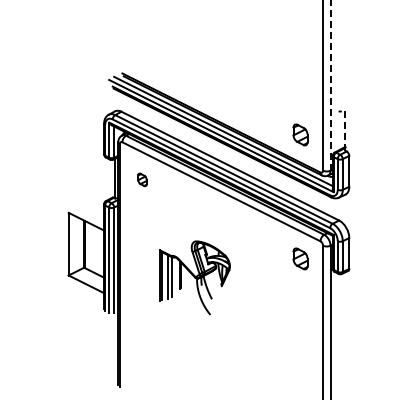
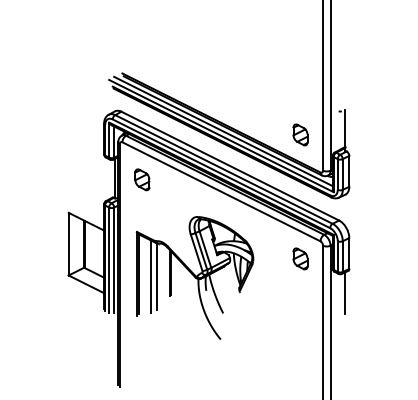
line at (330, 85): dashed -> solid
line at (345, 130): dashed -> solid
part at (142, 179) size: 11x16 px -> 17x24 px
part at (194, 277) size: 72x76 px -> 120x124 px
line at (345, 292): none -> present
